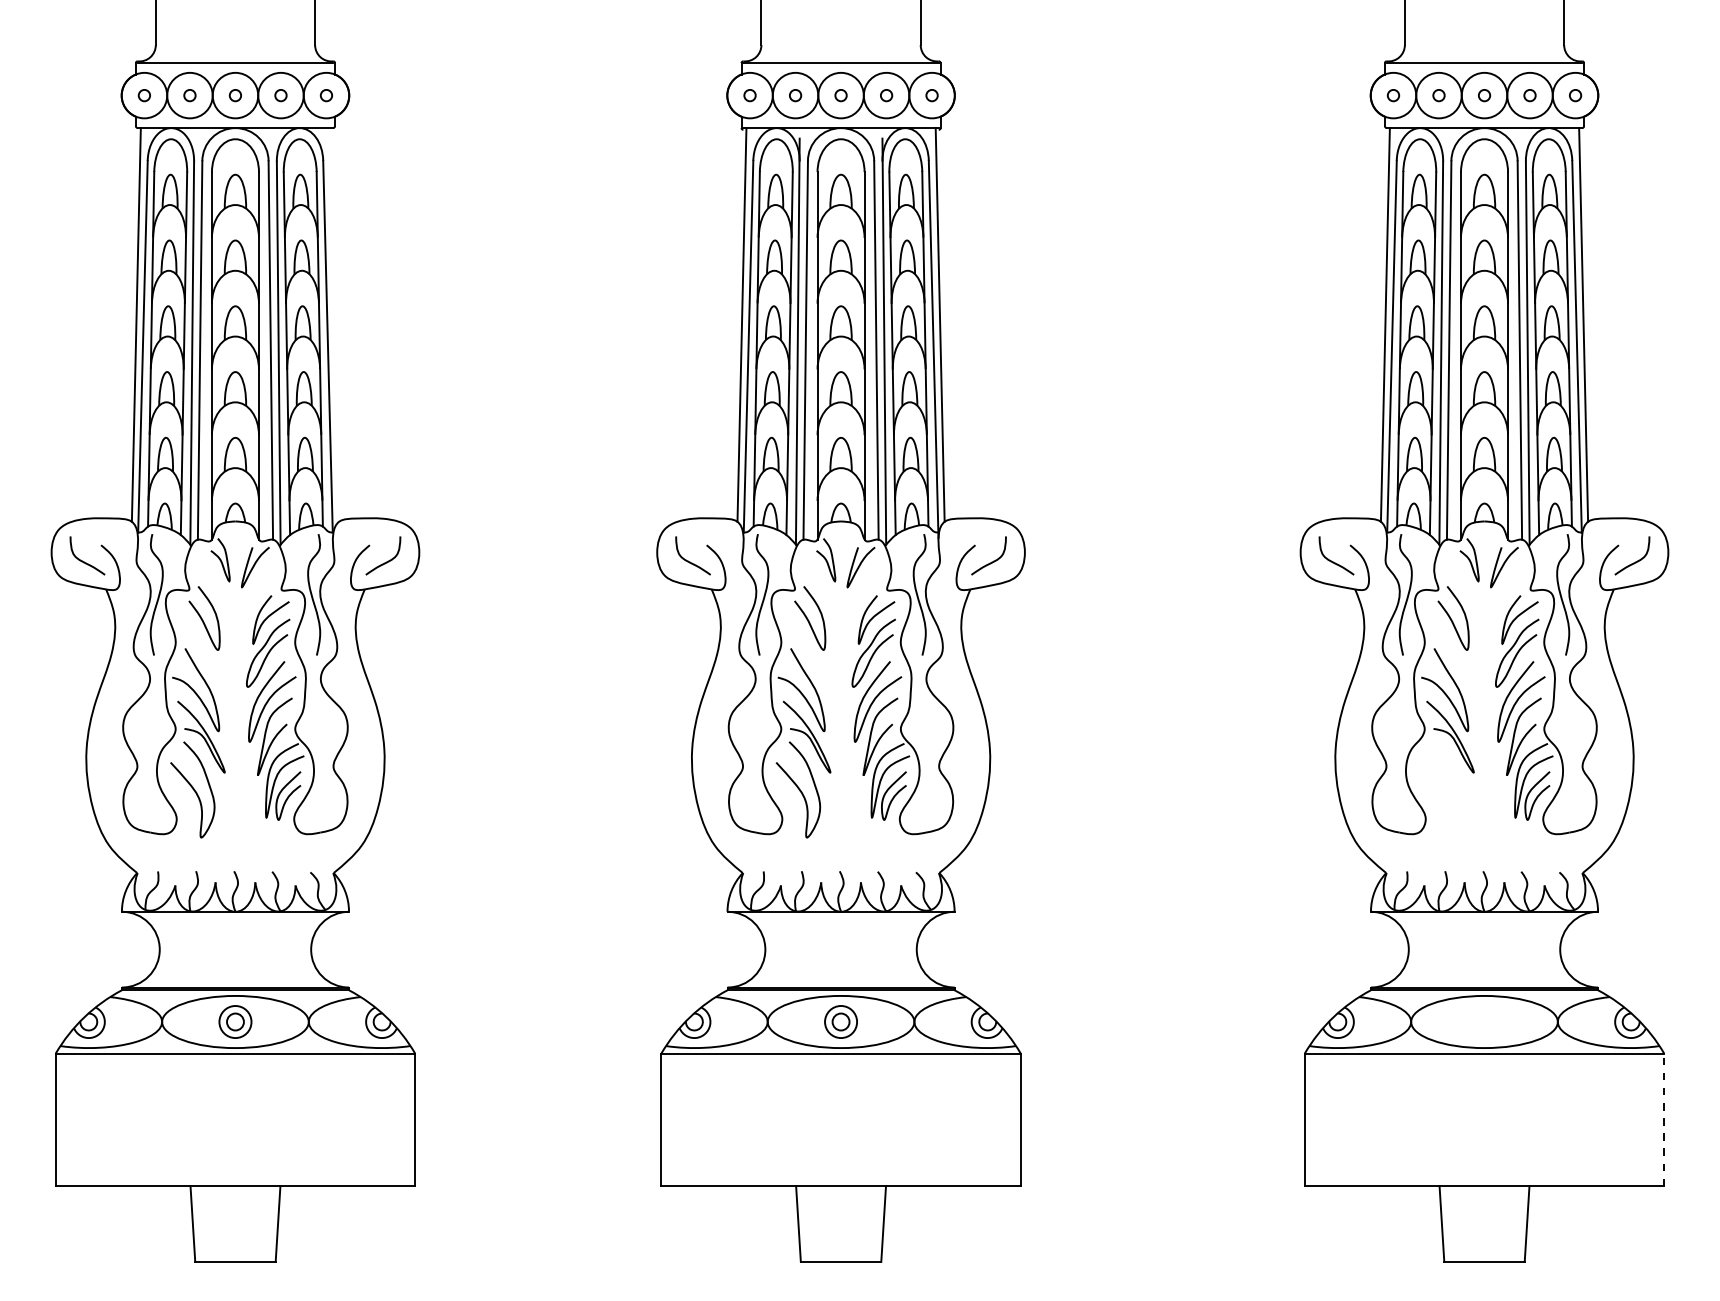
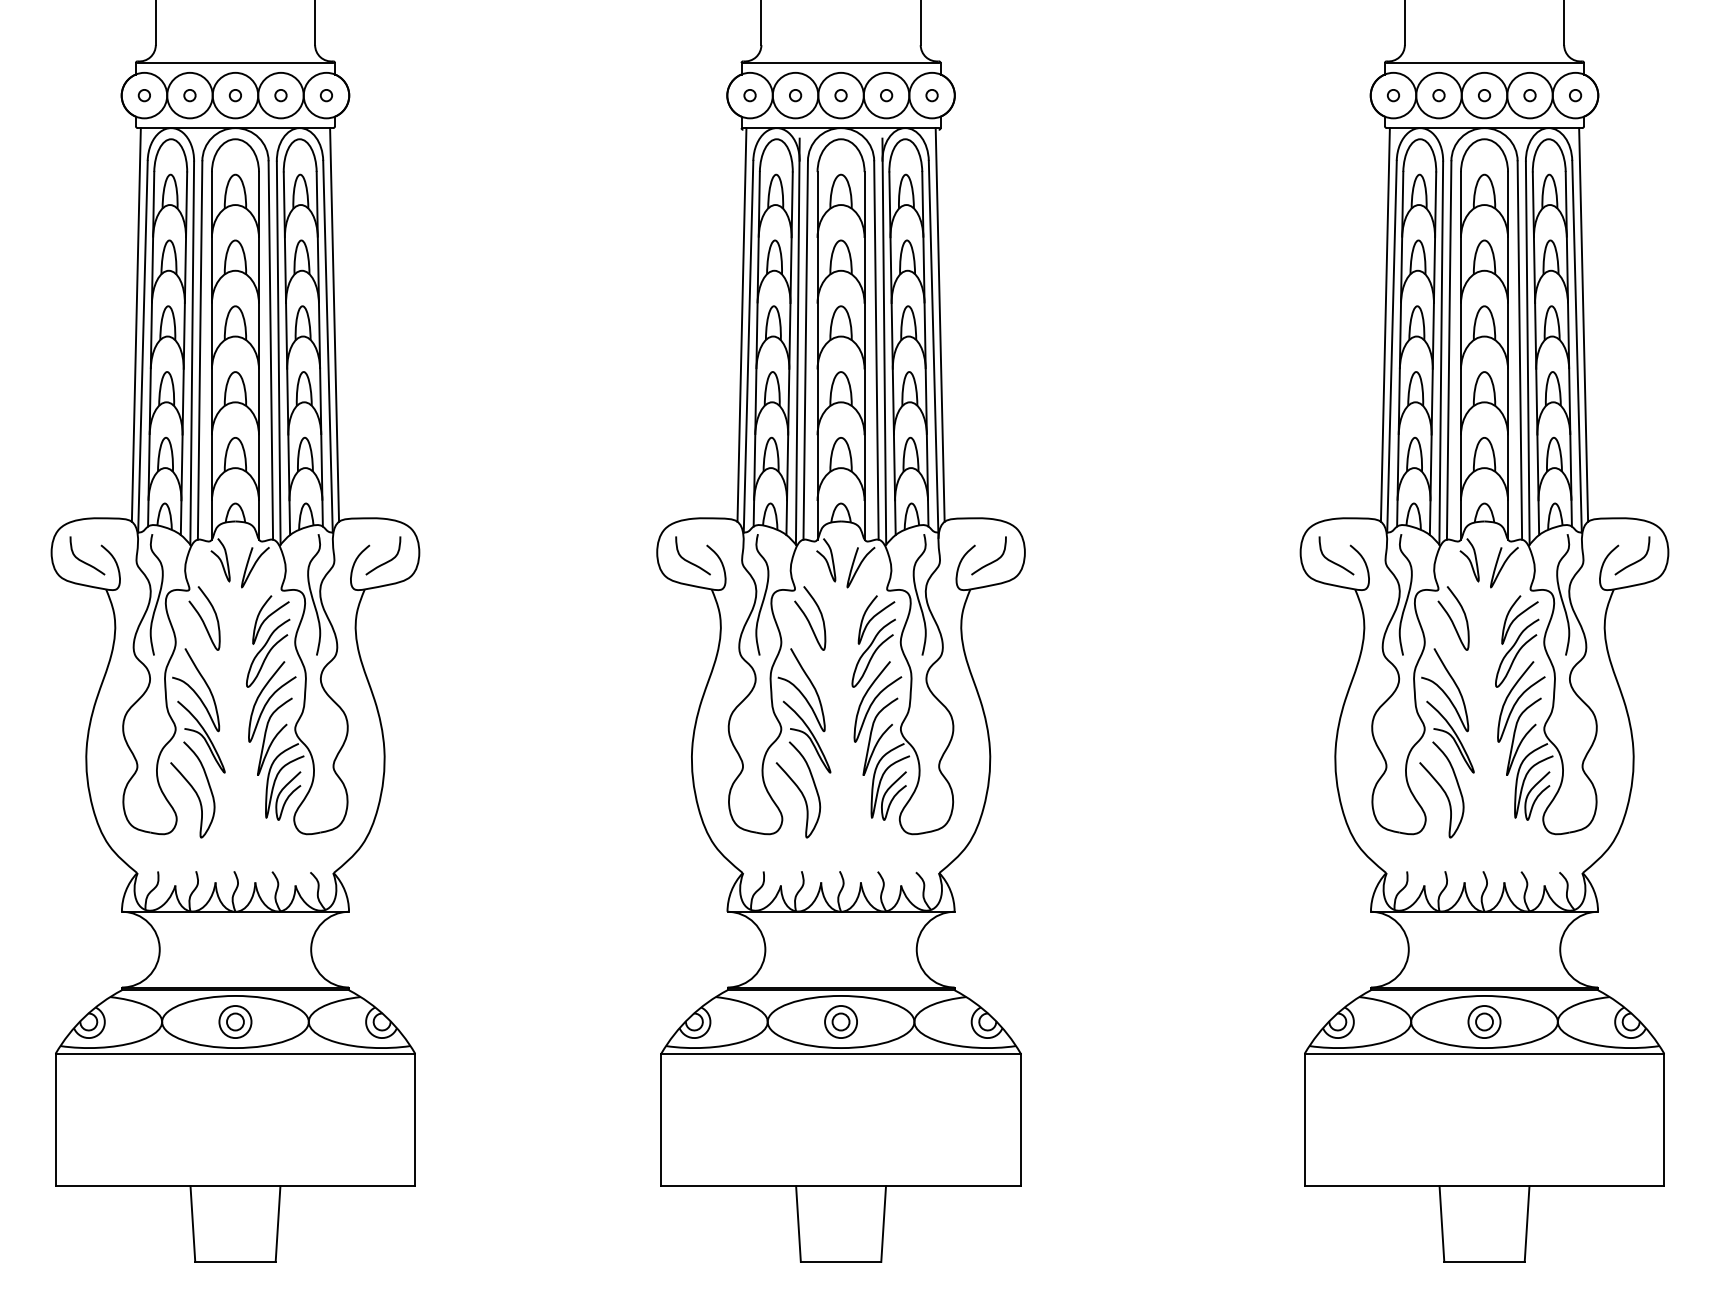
line at (334, 324): none -> present
curve at (1441, 789): none -> present
part at (1484, 1021): none -> present
line at (1664, 1119): dashed -> solid
